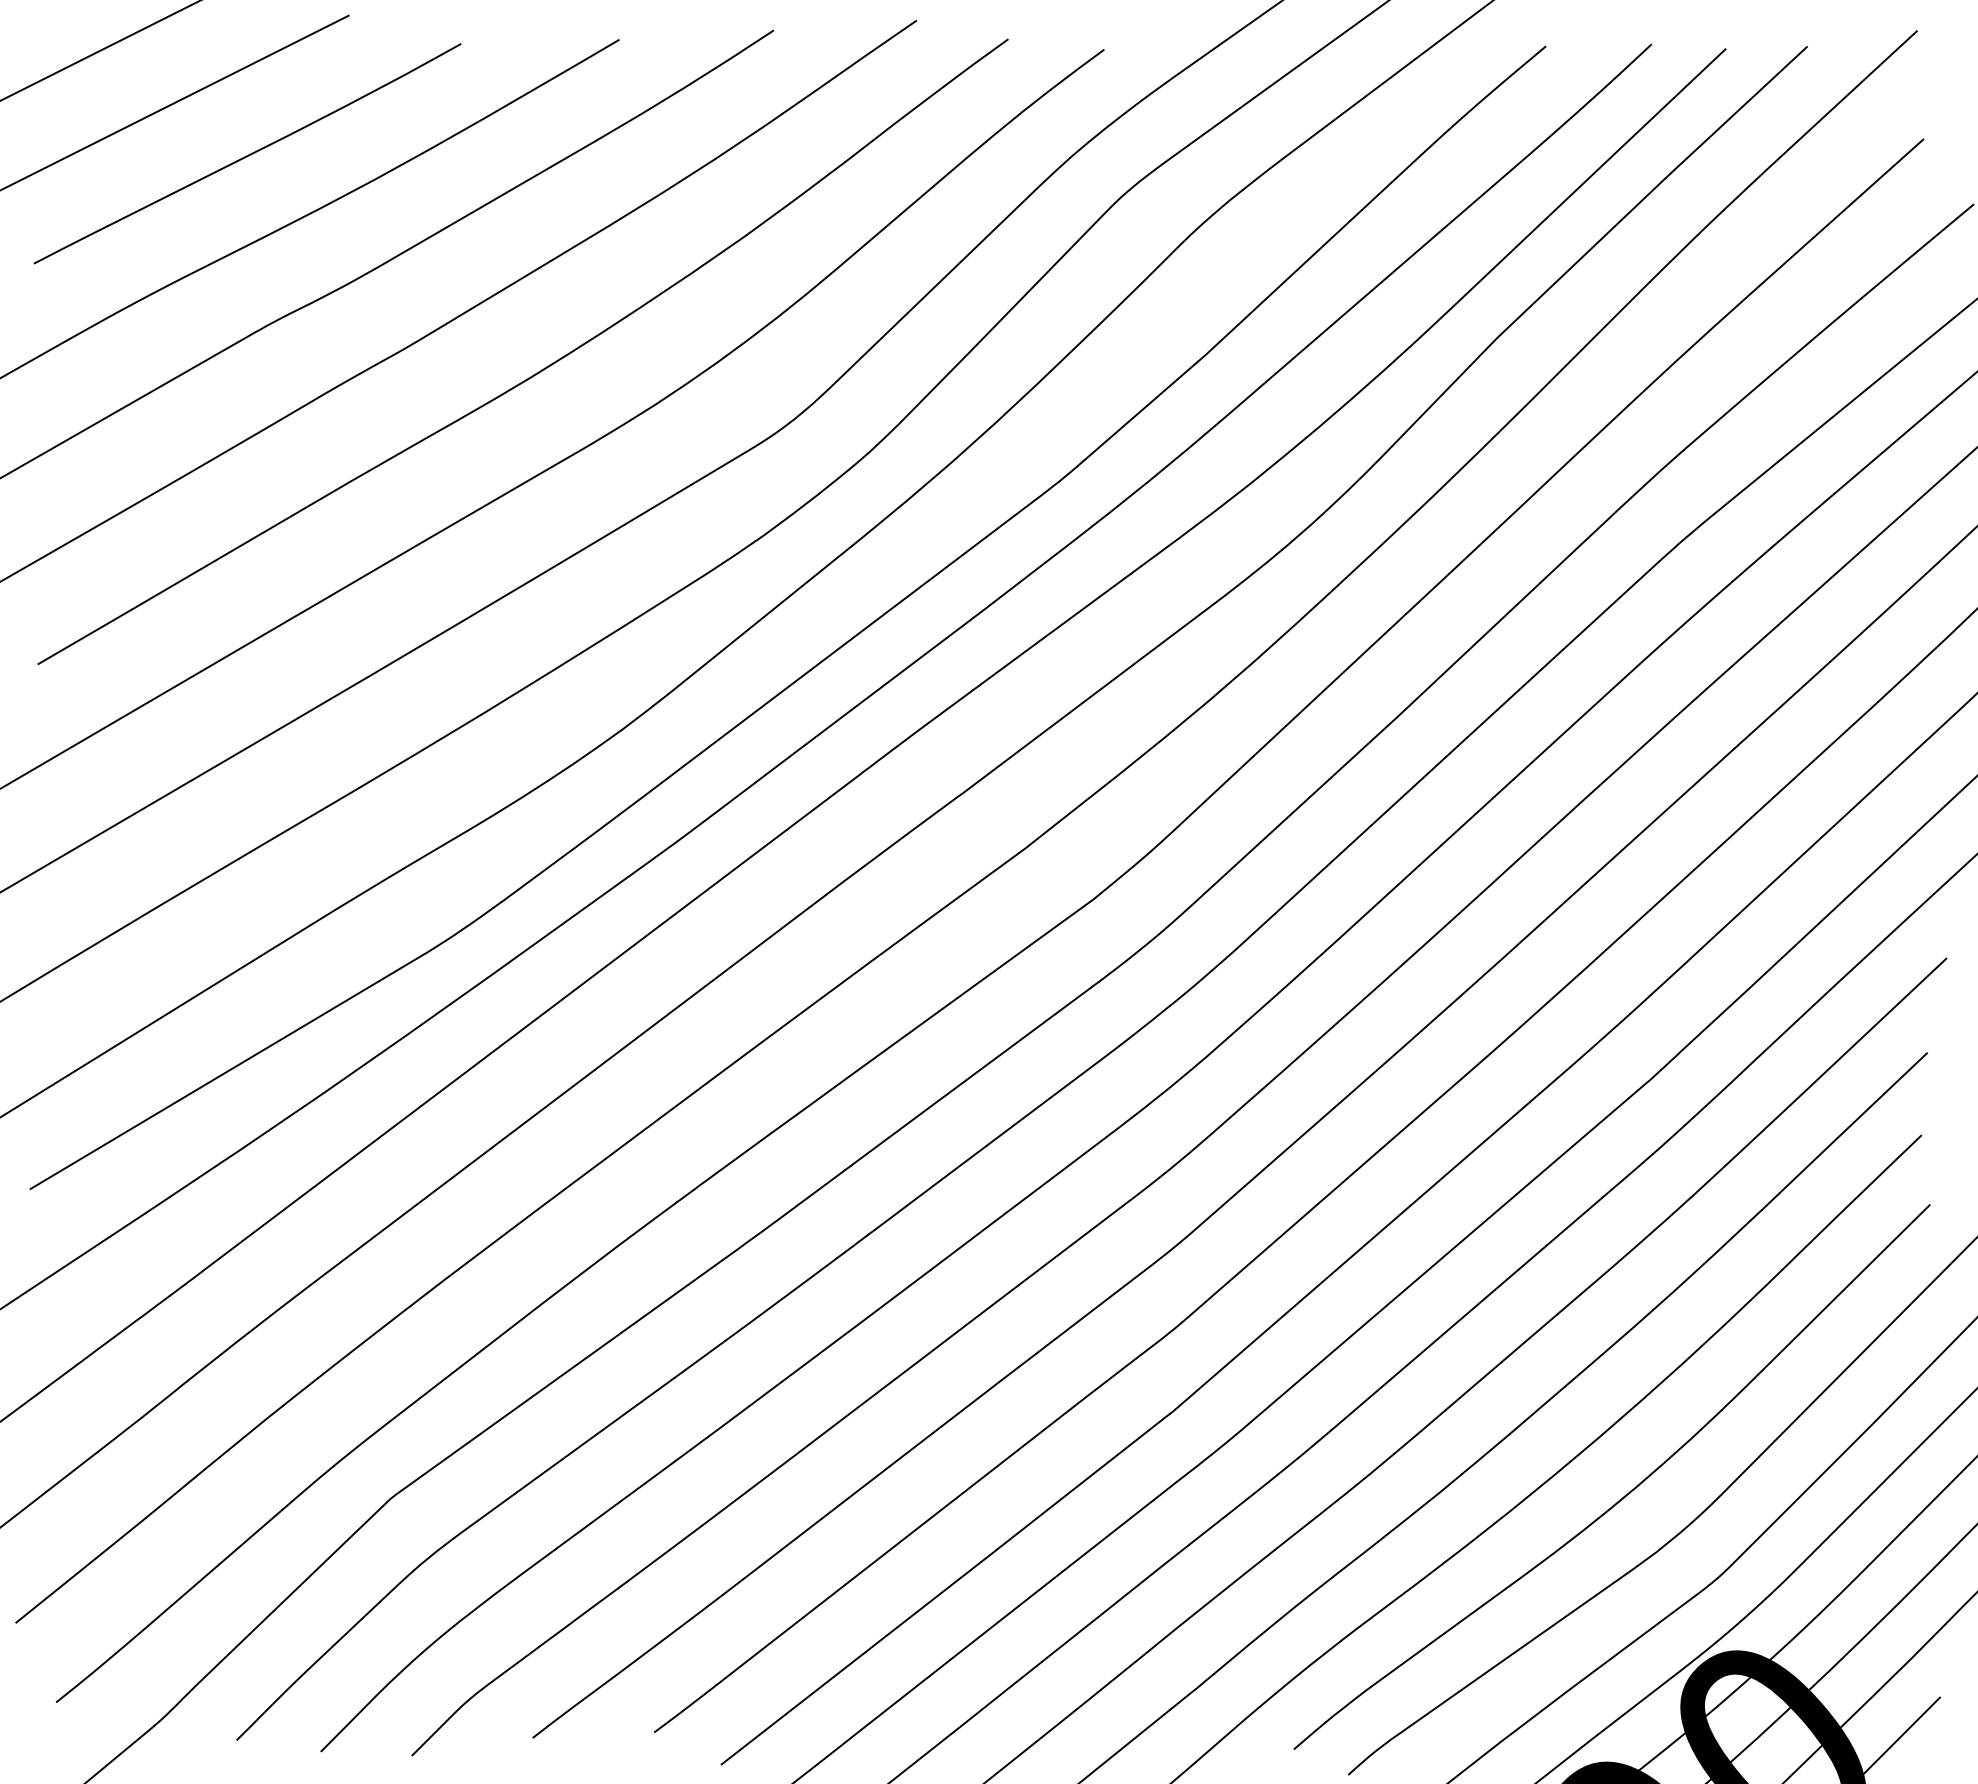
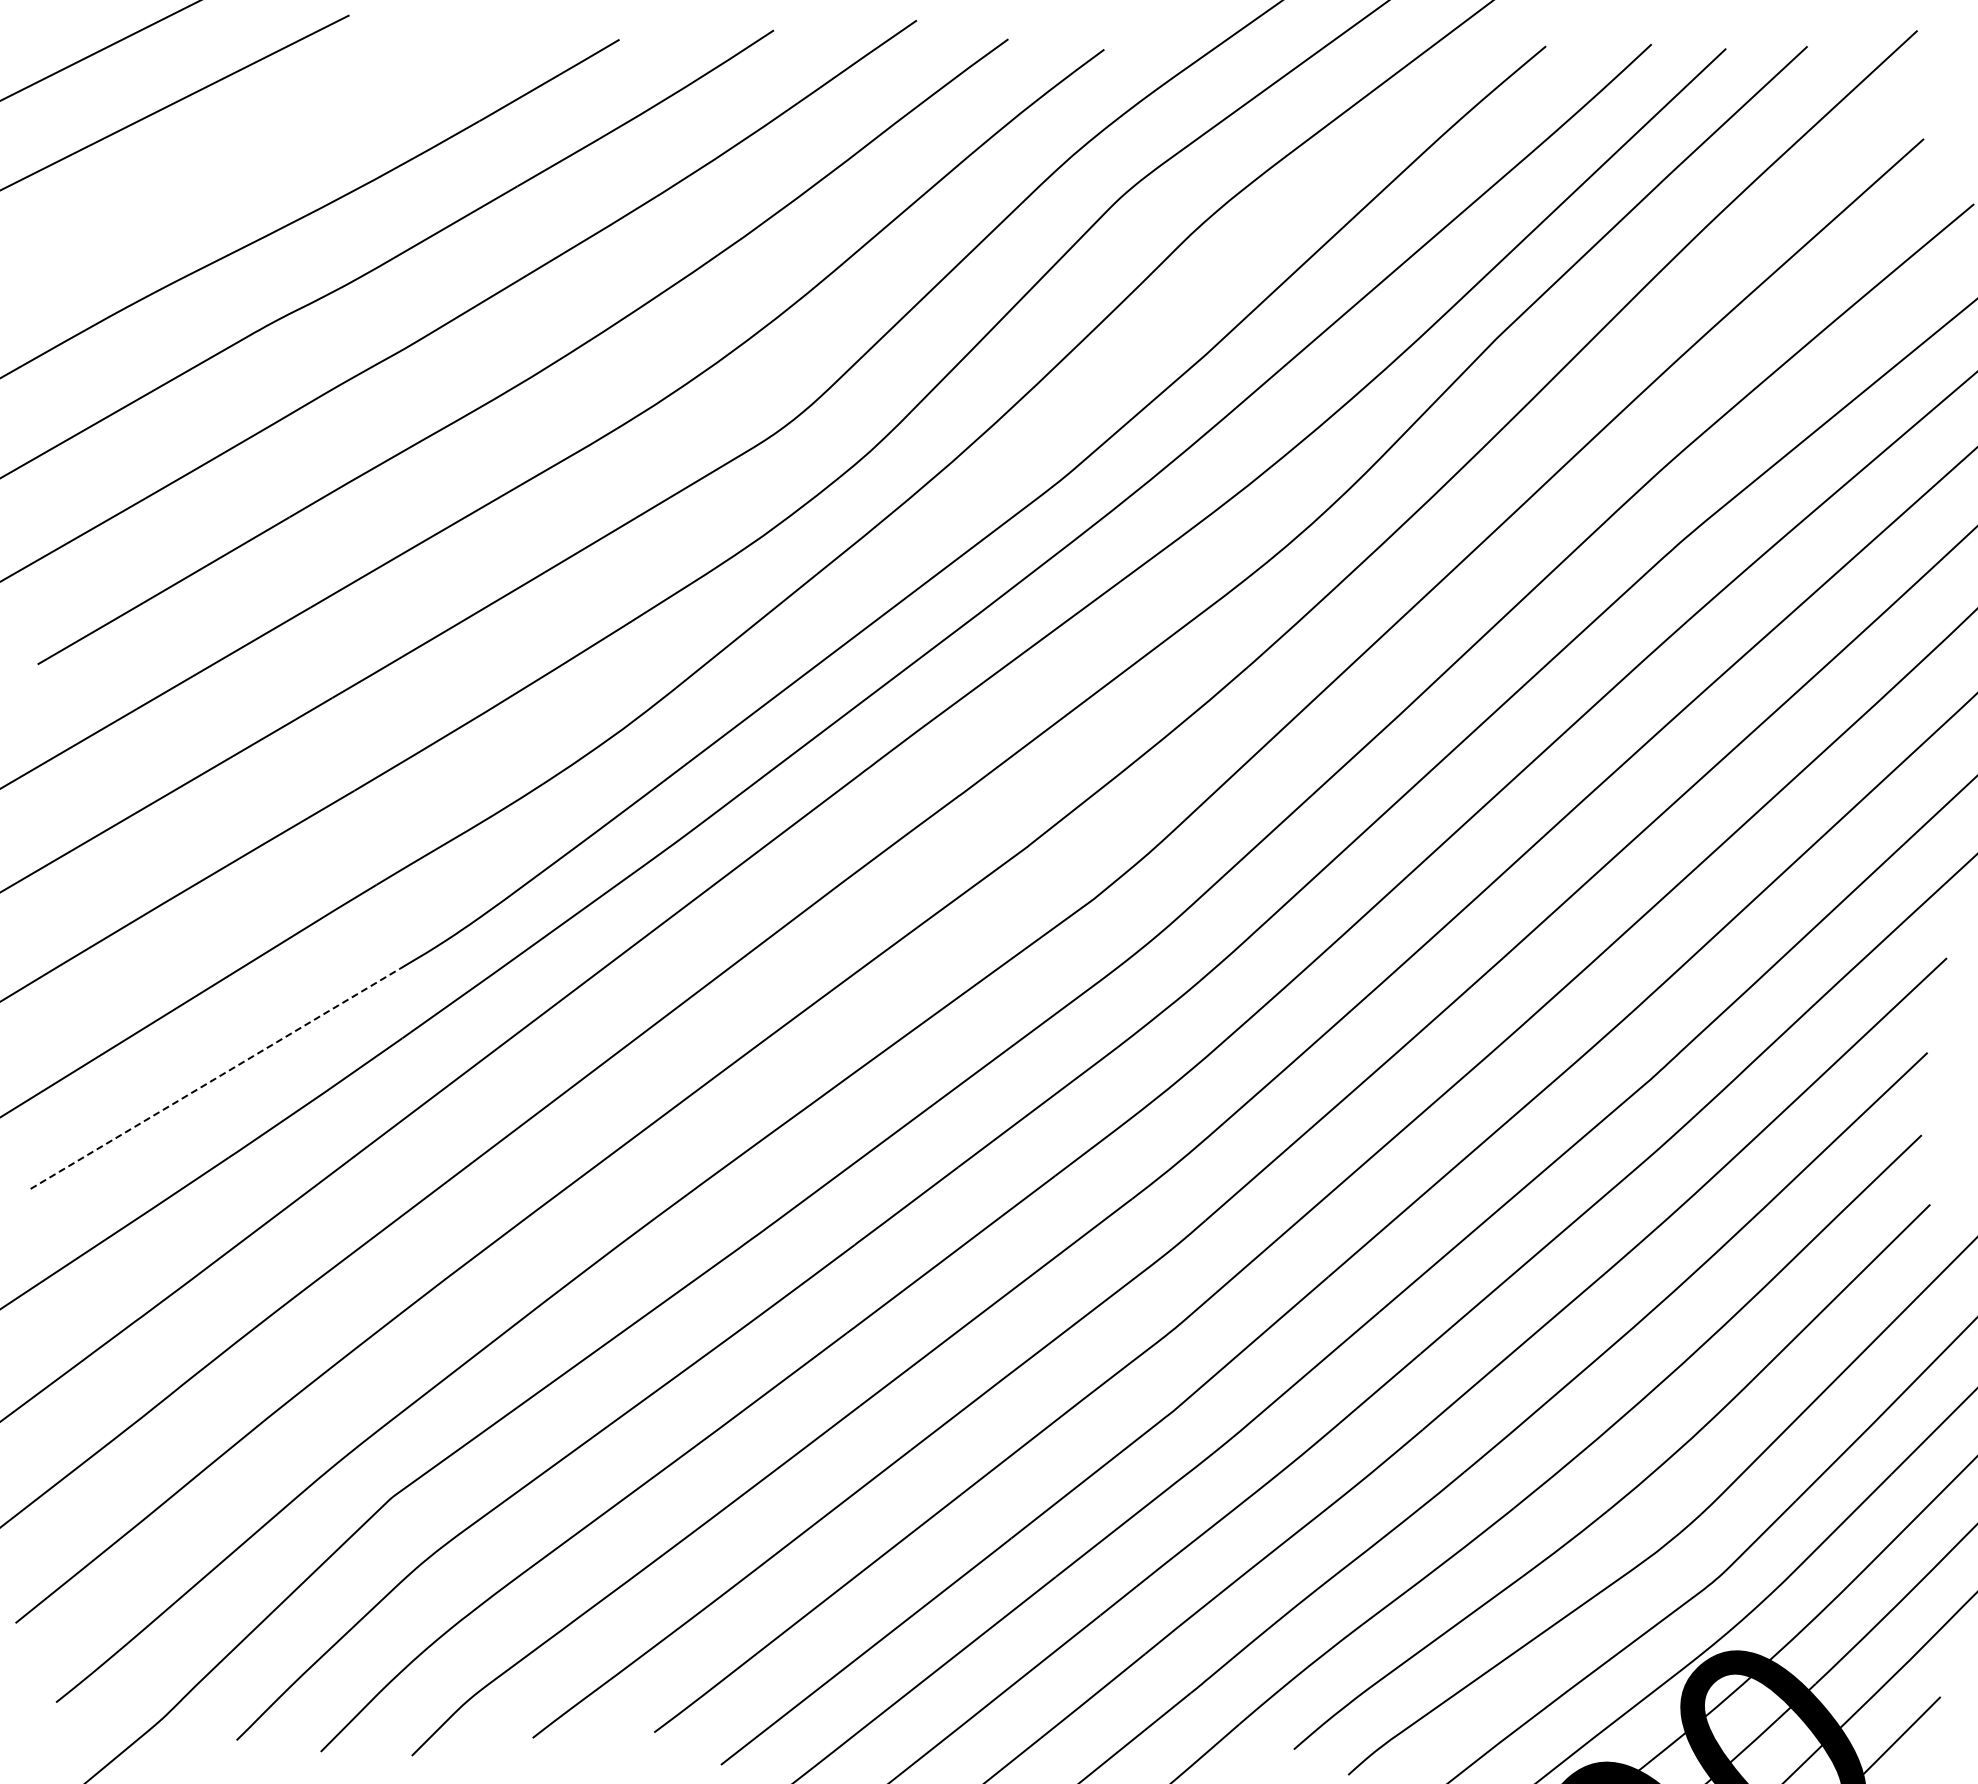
part at (247, 153): present -> none
line at (215, 1078): solid -> dashed
